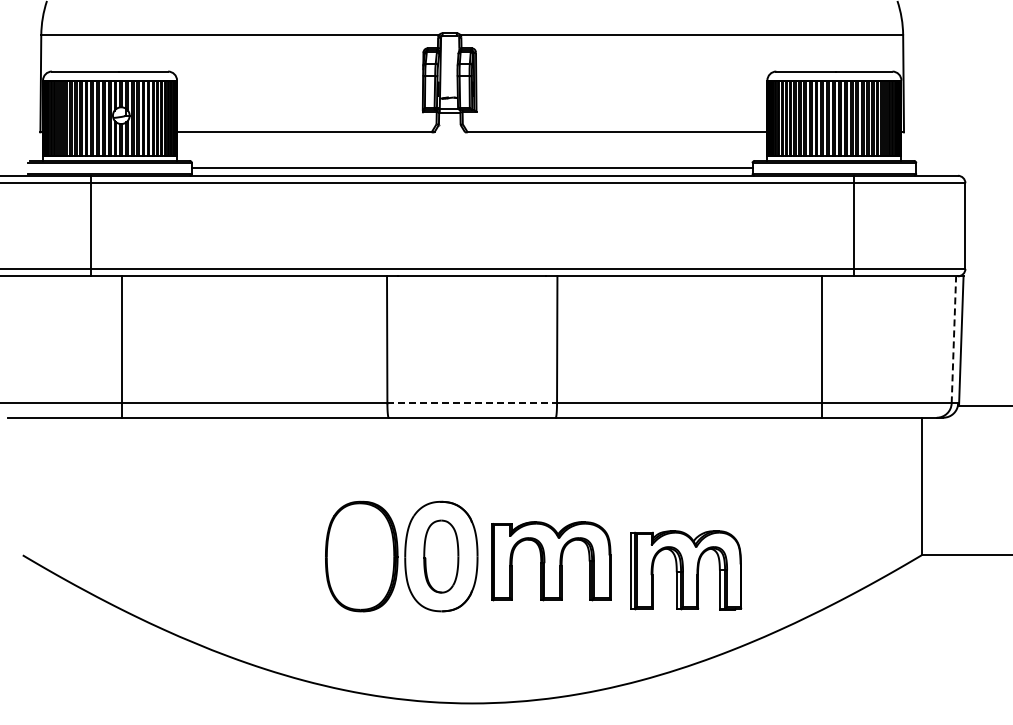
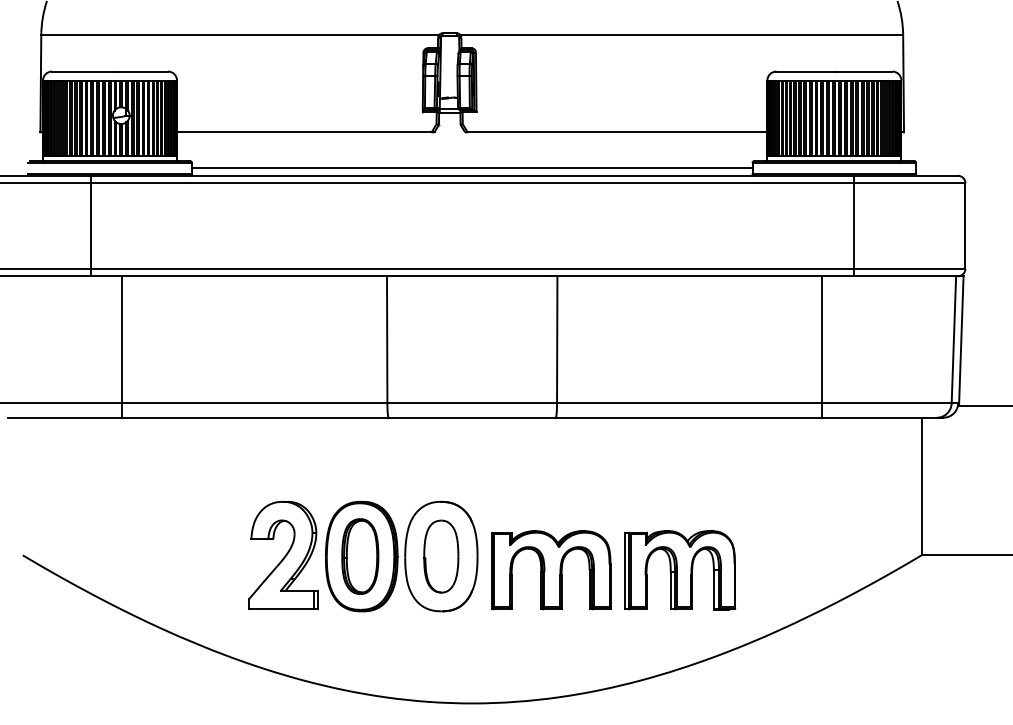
line at (953, 339): dashed -> solid
line at (472, 403): dashed -> solid
part at (283, 554): none -> present
part at (360, 556): none -> present
part at (551, 561) position: (551, 561) -> (551, 570)
part at (686, 570) position: (686, 570) -> (680, 570)
